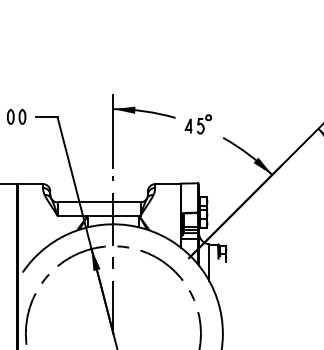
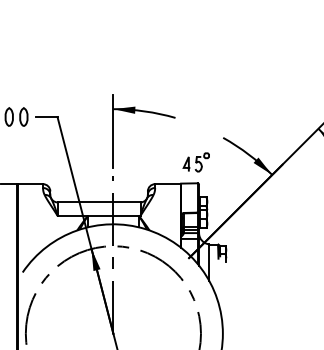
part at (16, 116) size: 20x17 px -> 25x20 px
part at (197, 124) position: (197, 124) -> (195, 162)
